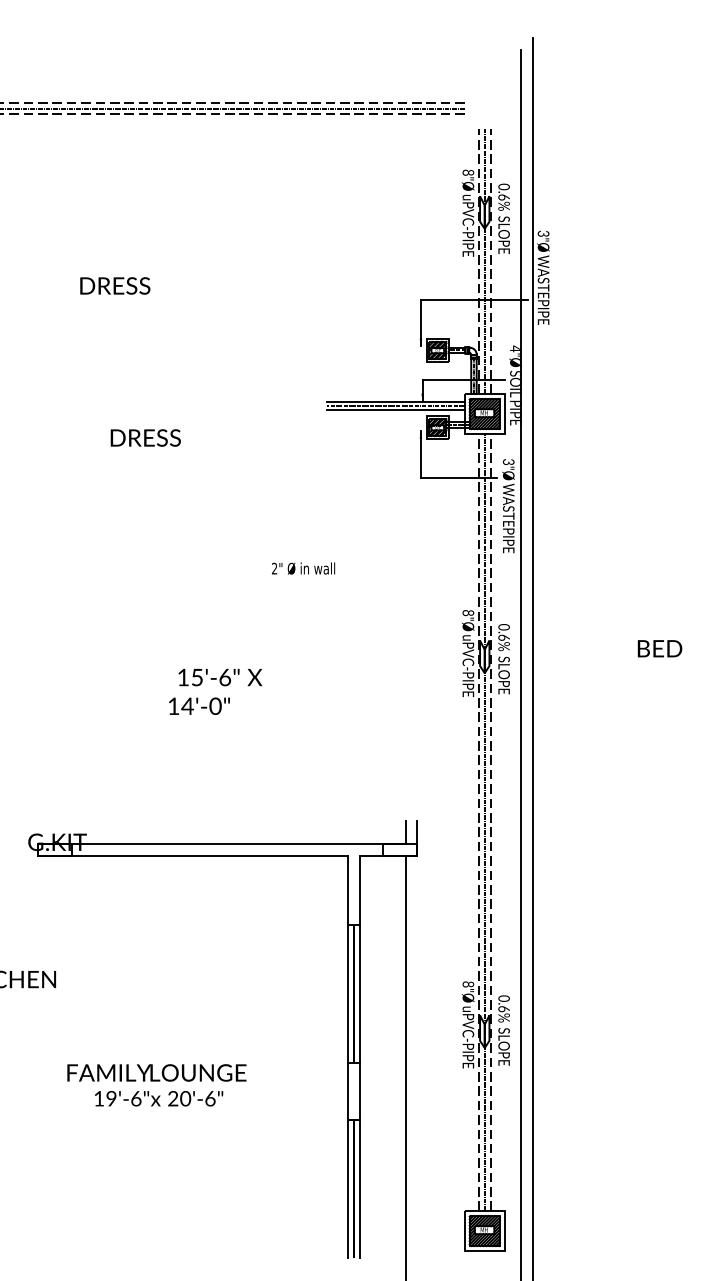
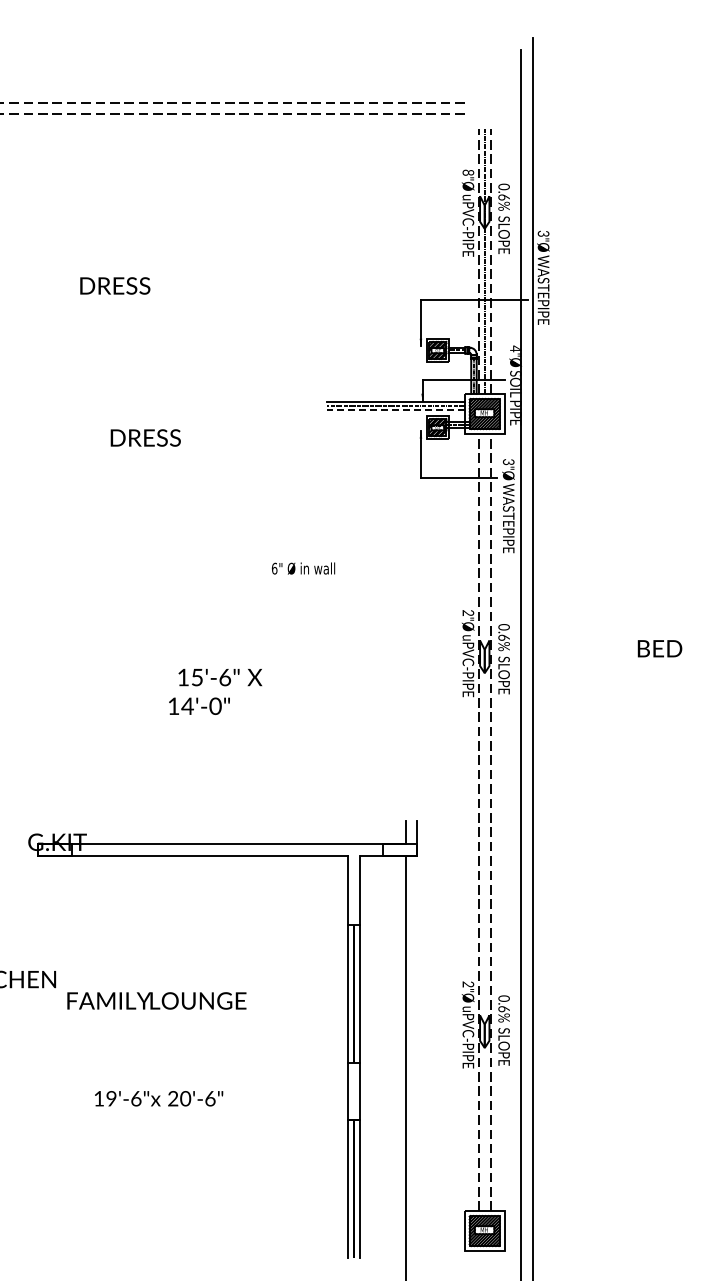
line at (233, 108): present -> none
line at (395, 410): solid -> dashed
text at (274, 568): 2" -> 6"
text at (466, 613): 8"Ø -> 2"Ø
line at (484, 822): present -> none
text at (467, 984): 8"Ø -> 2"Ø
text at (156, 1072) position: (156, 1072) -> (156, 1000)
